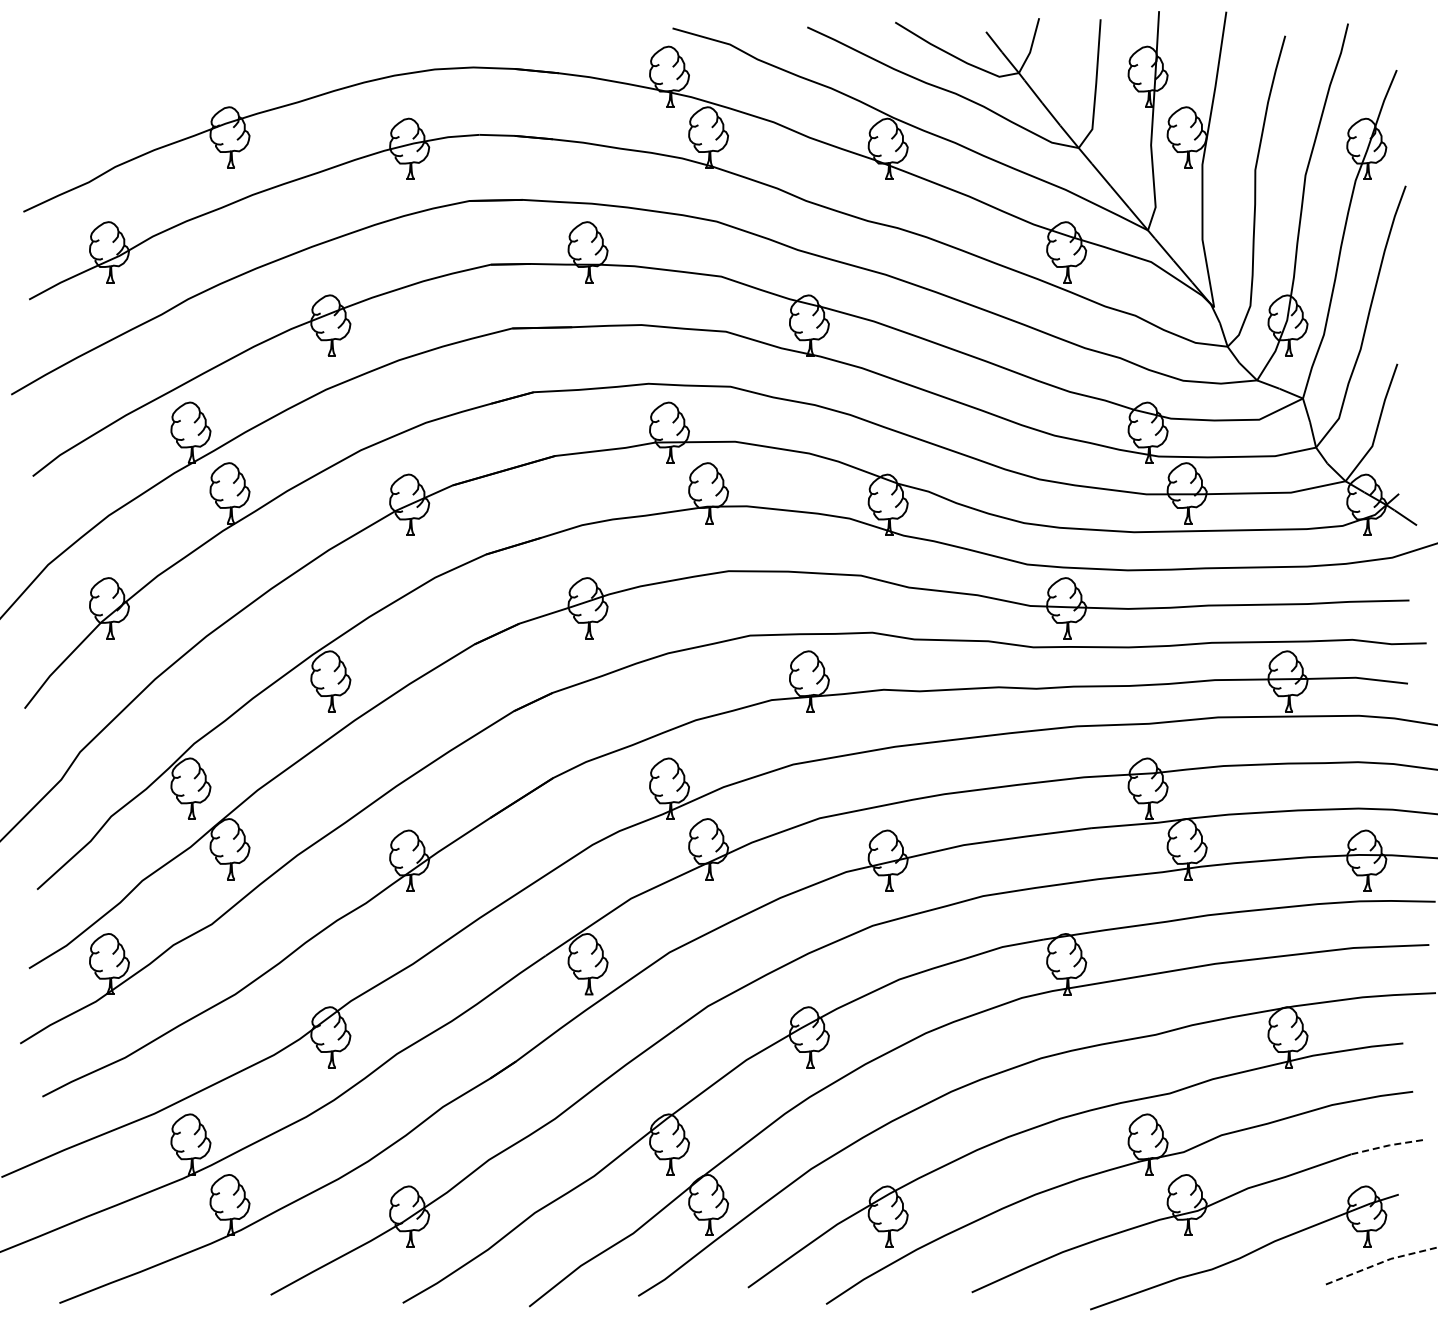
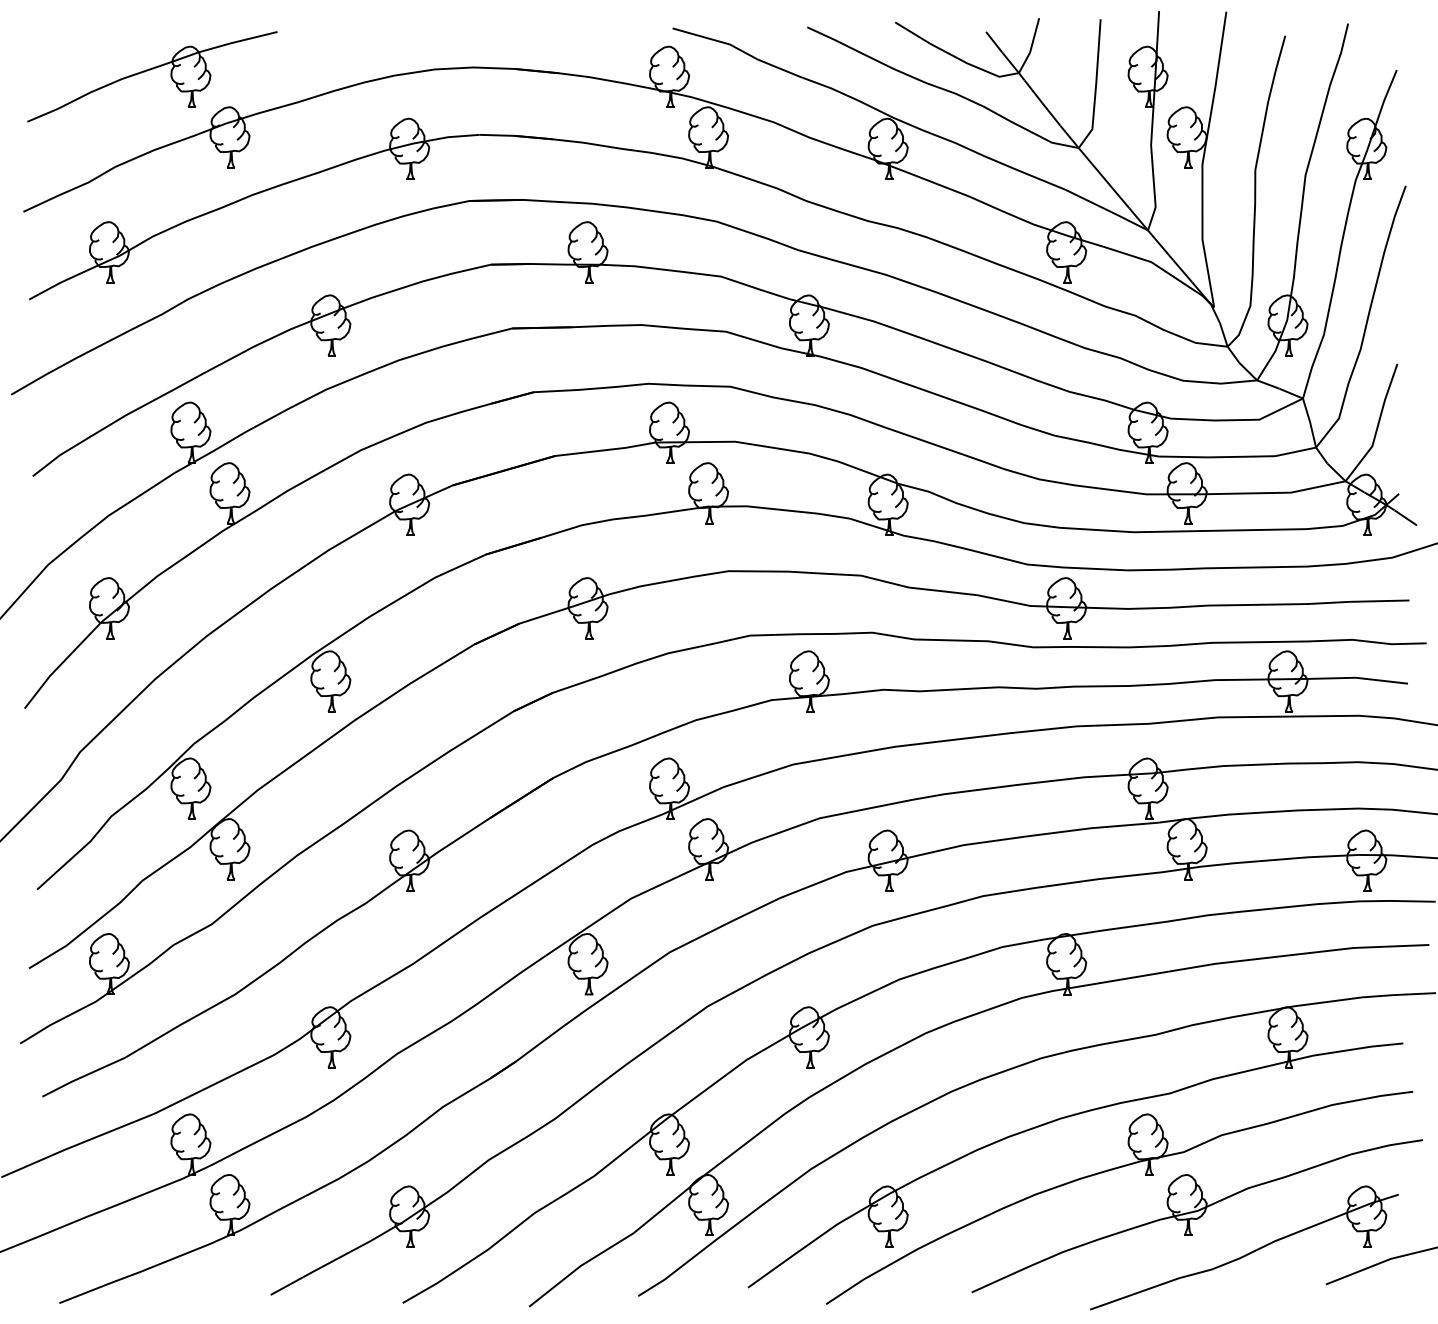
part at (150, 70): none -> present
line at (1386, 1145): dashed -> solid
line at (1380, 1262): dashed -> solid
